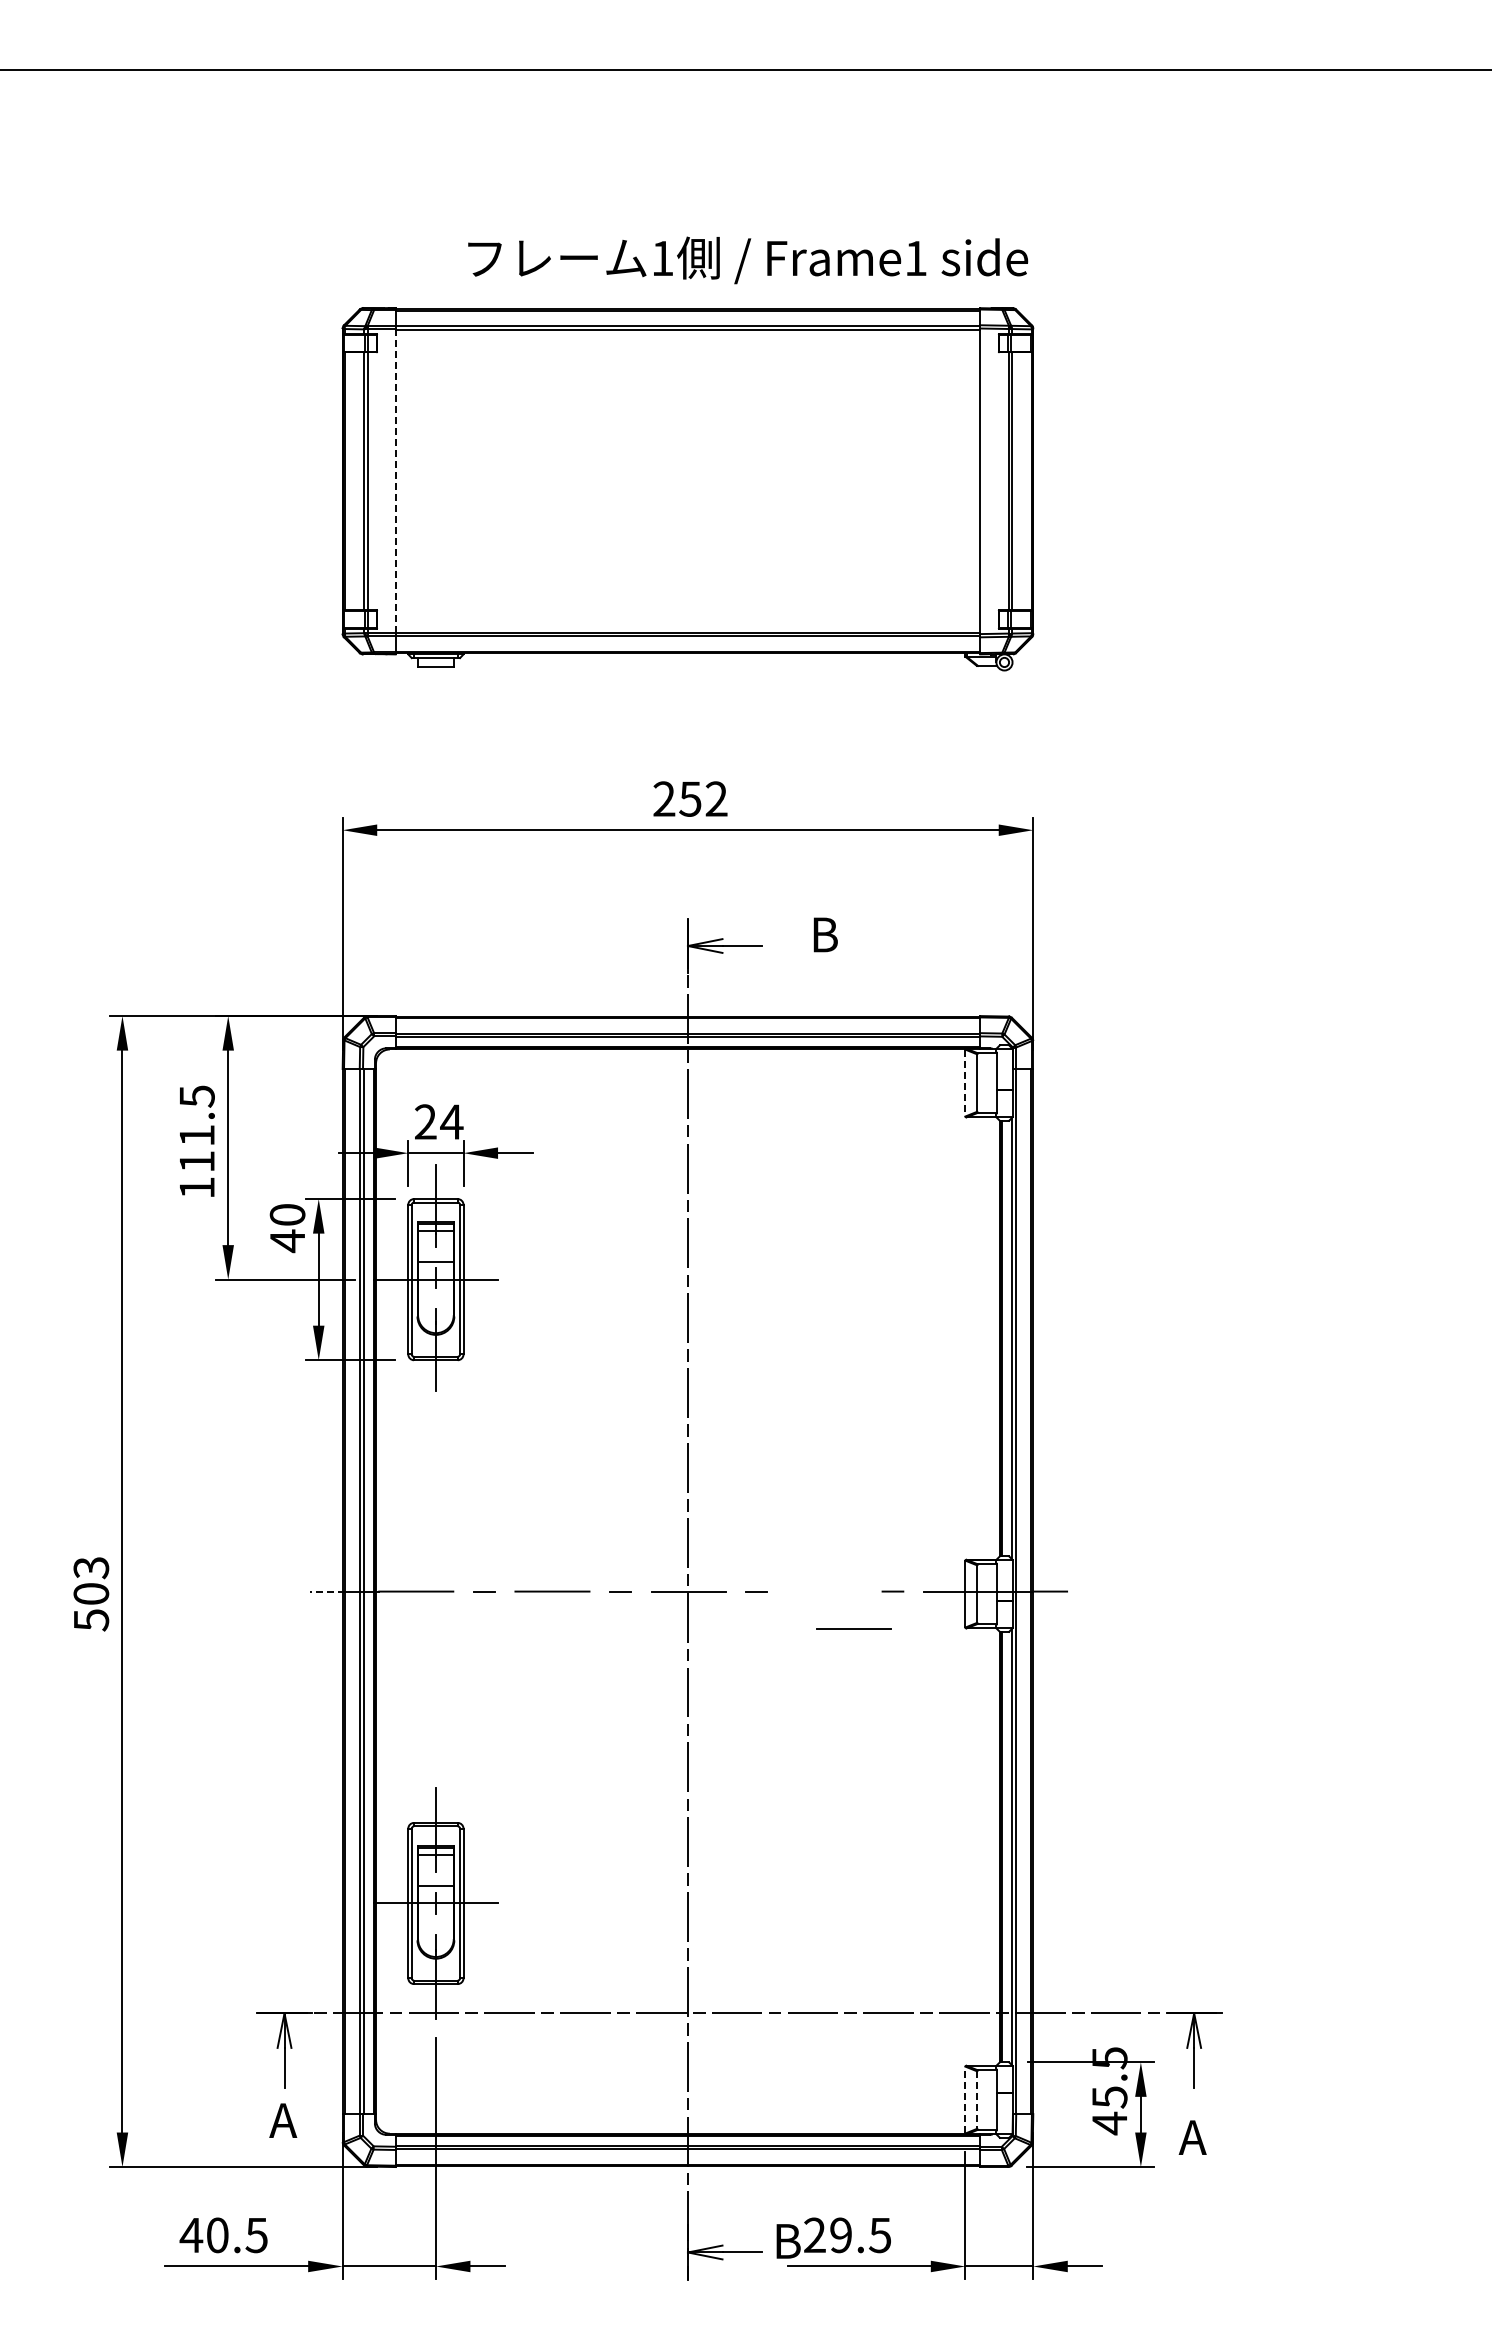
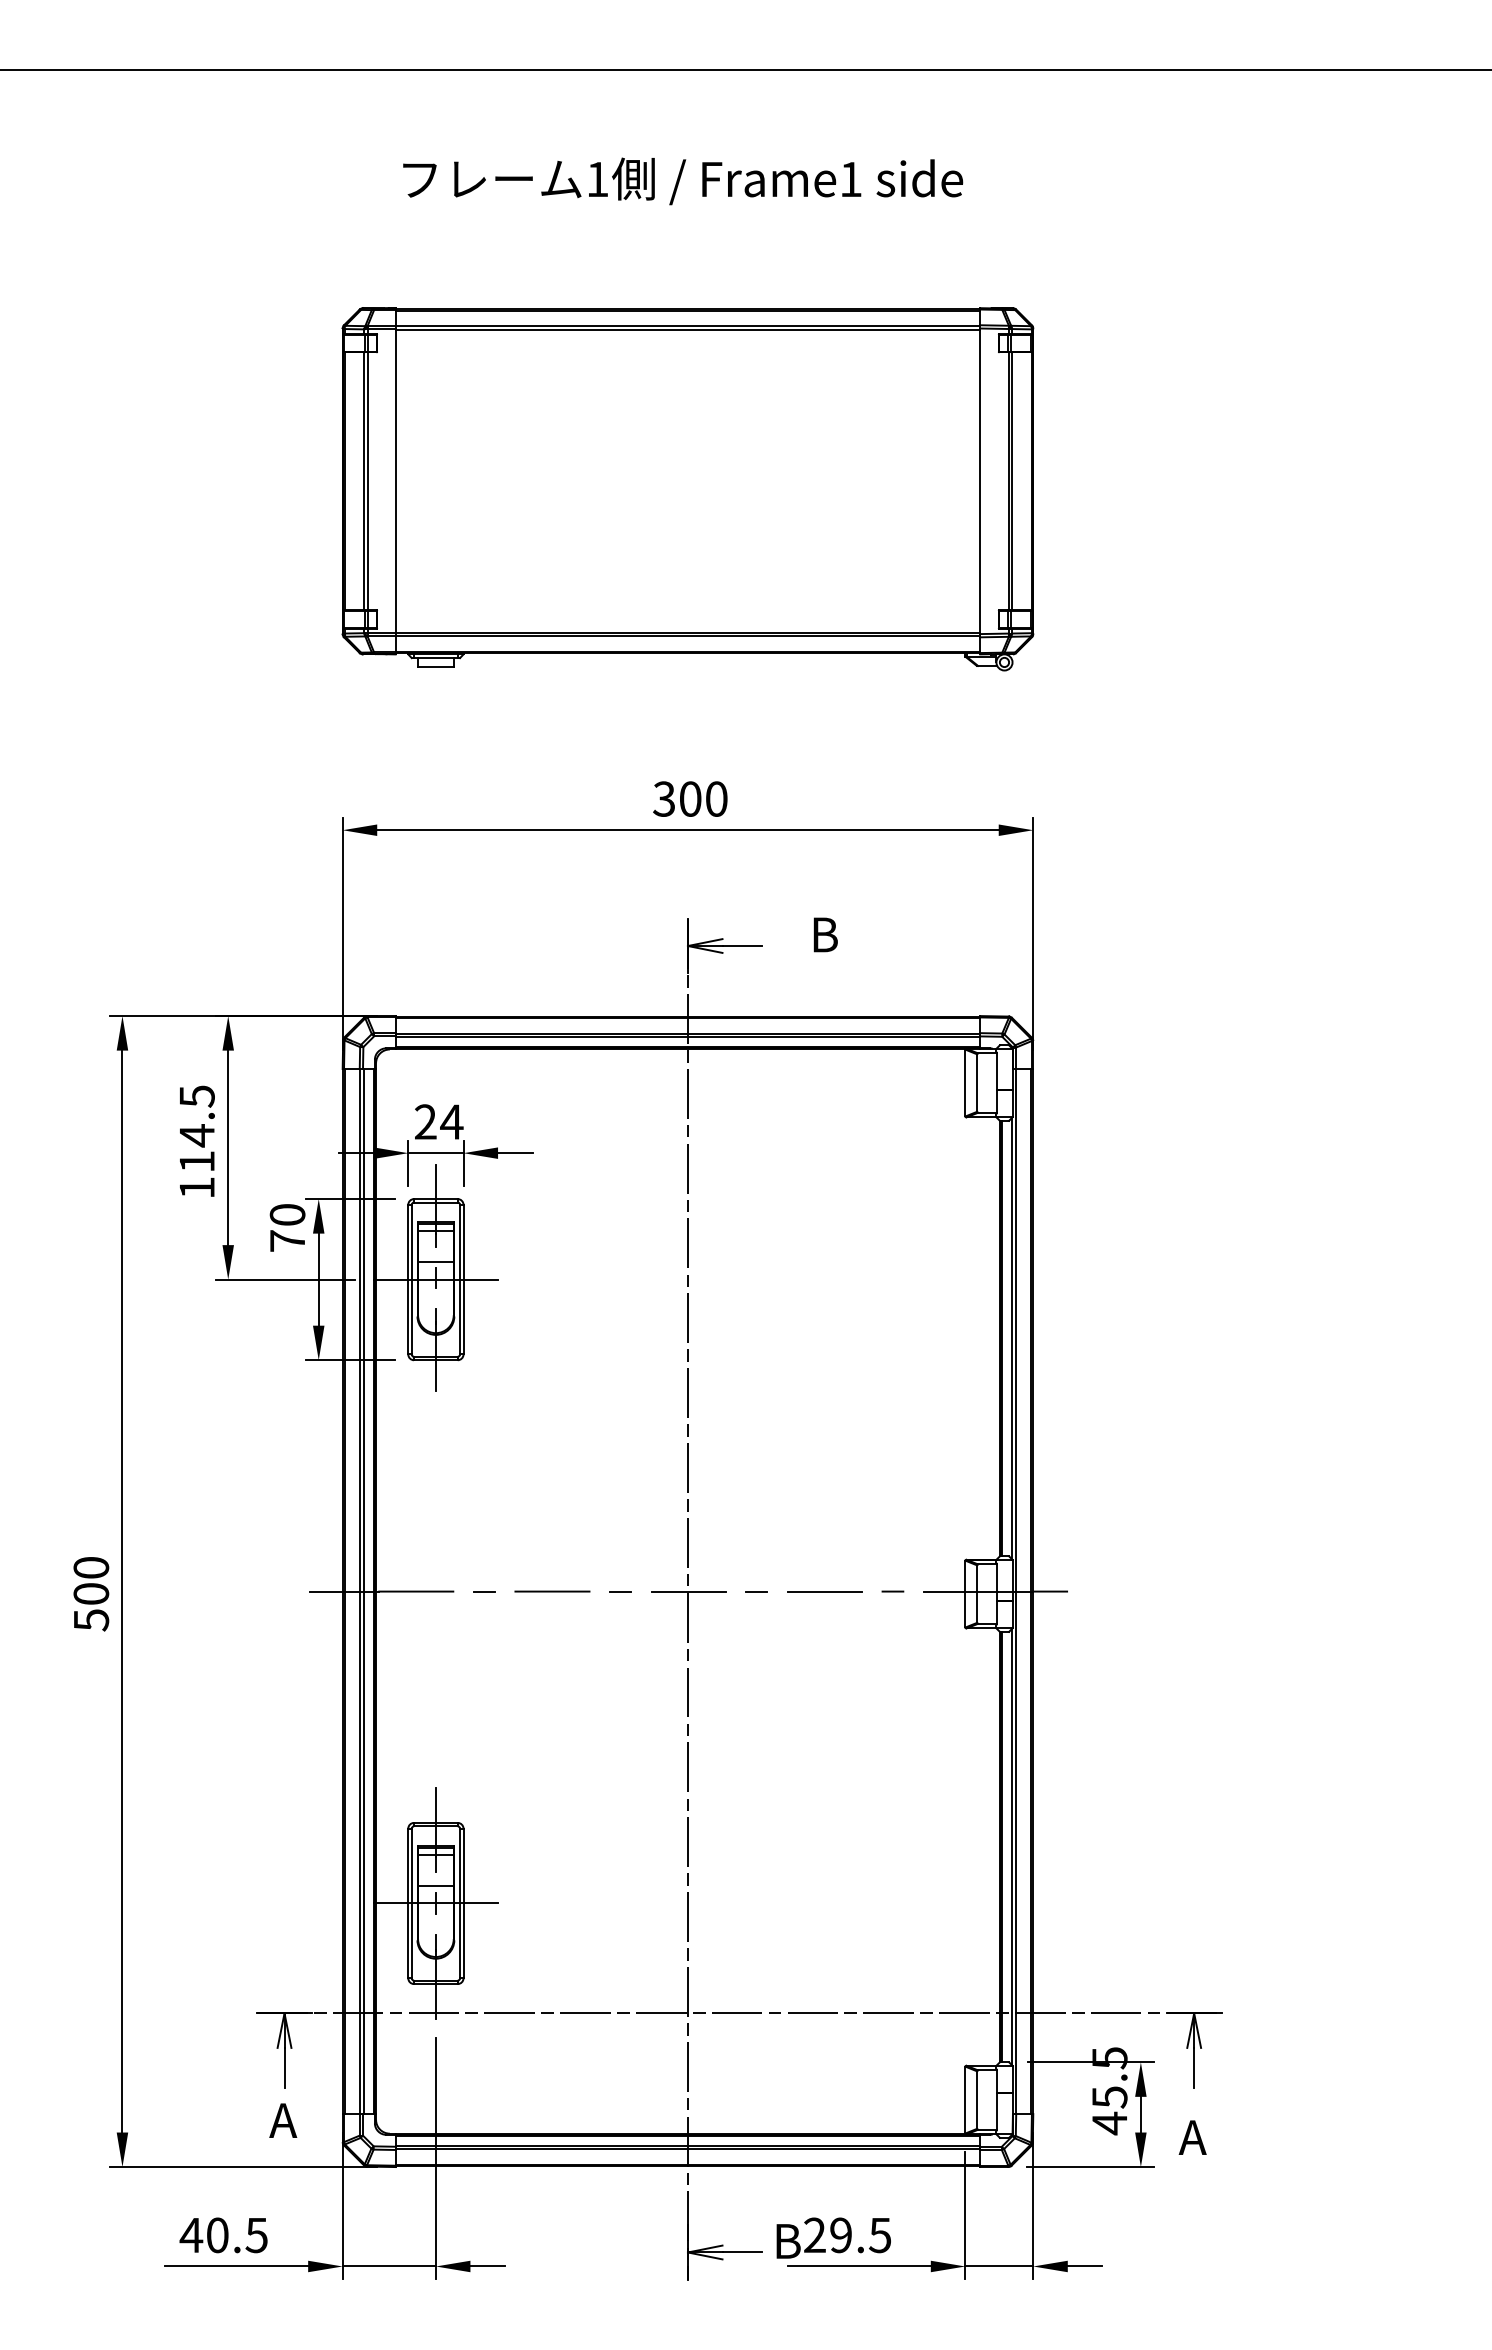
text at (748, 260) position: (748, 260) -> (683, 181)
line at (395, 481): dashed -> solid
text at (690, 798): 252 -> 300
line at (965, 1083): dashed -> solid
text at (197, 1135): 111.5 -> 114.5
text at (287, 1241): 40 -> 70
text at (91, 1568): 503 -> 500
line at (326, 1591): dashed -> solid
line at (853, 1628) position: (853, 1628) -> (824, 1591)
line at (965, 2099): dashed -> solid
line at (976, 2100): dashed -> solid
